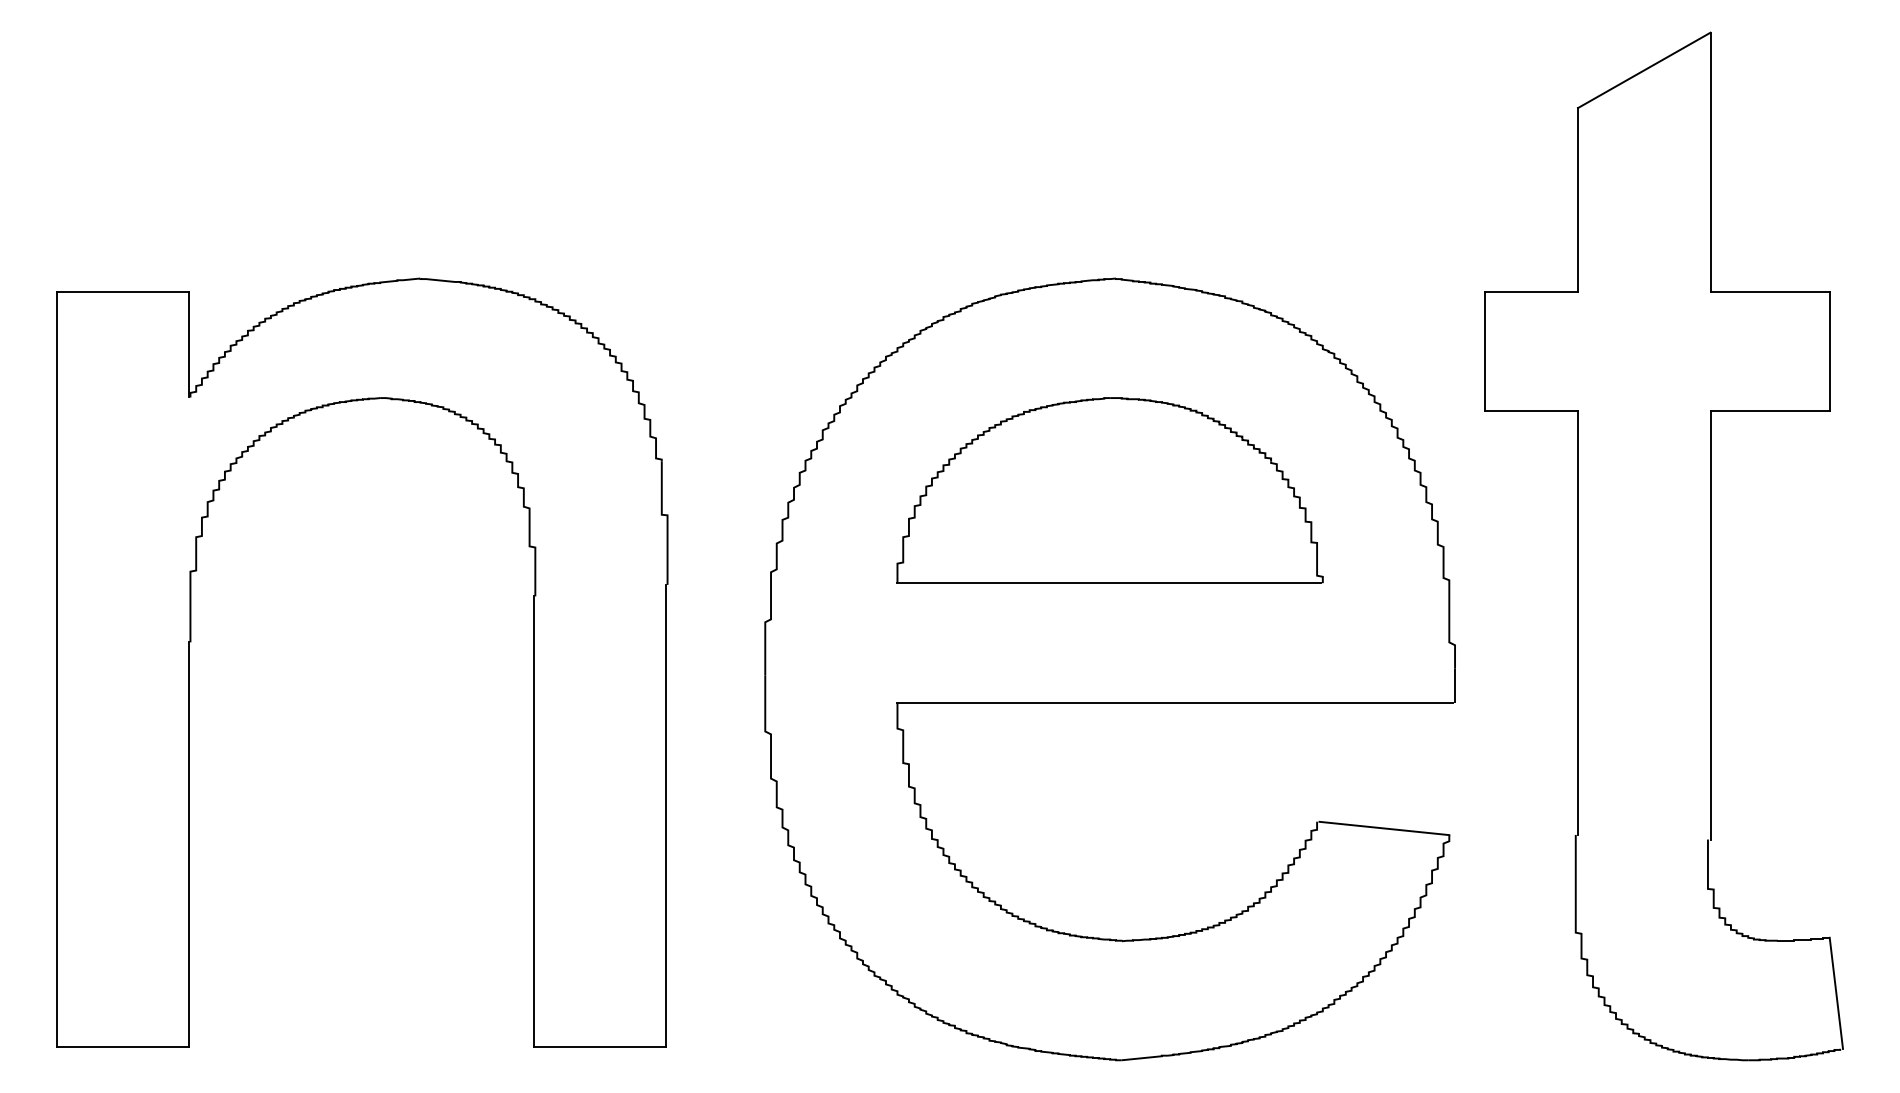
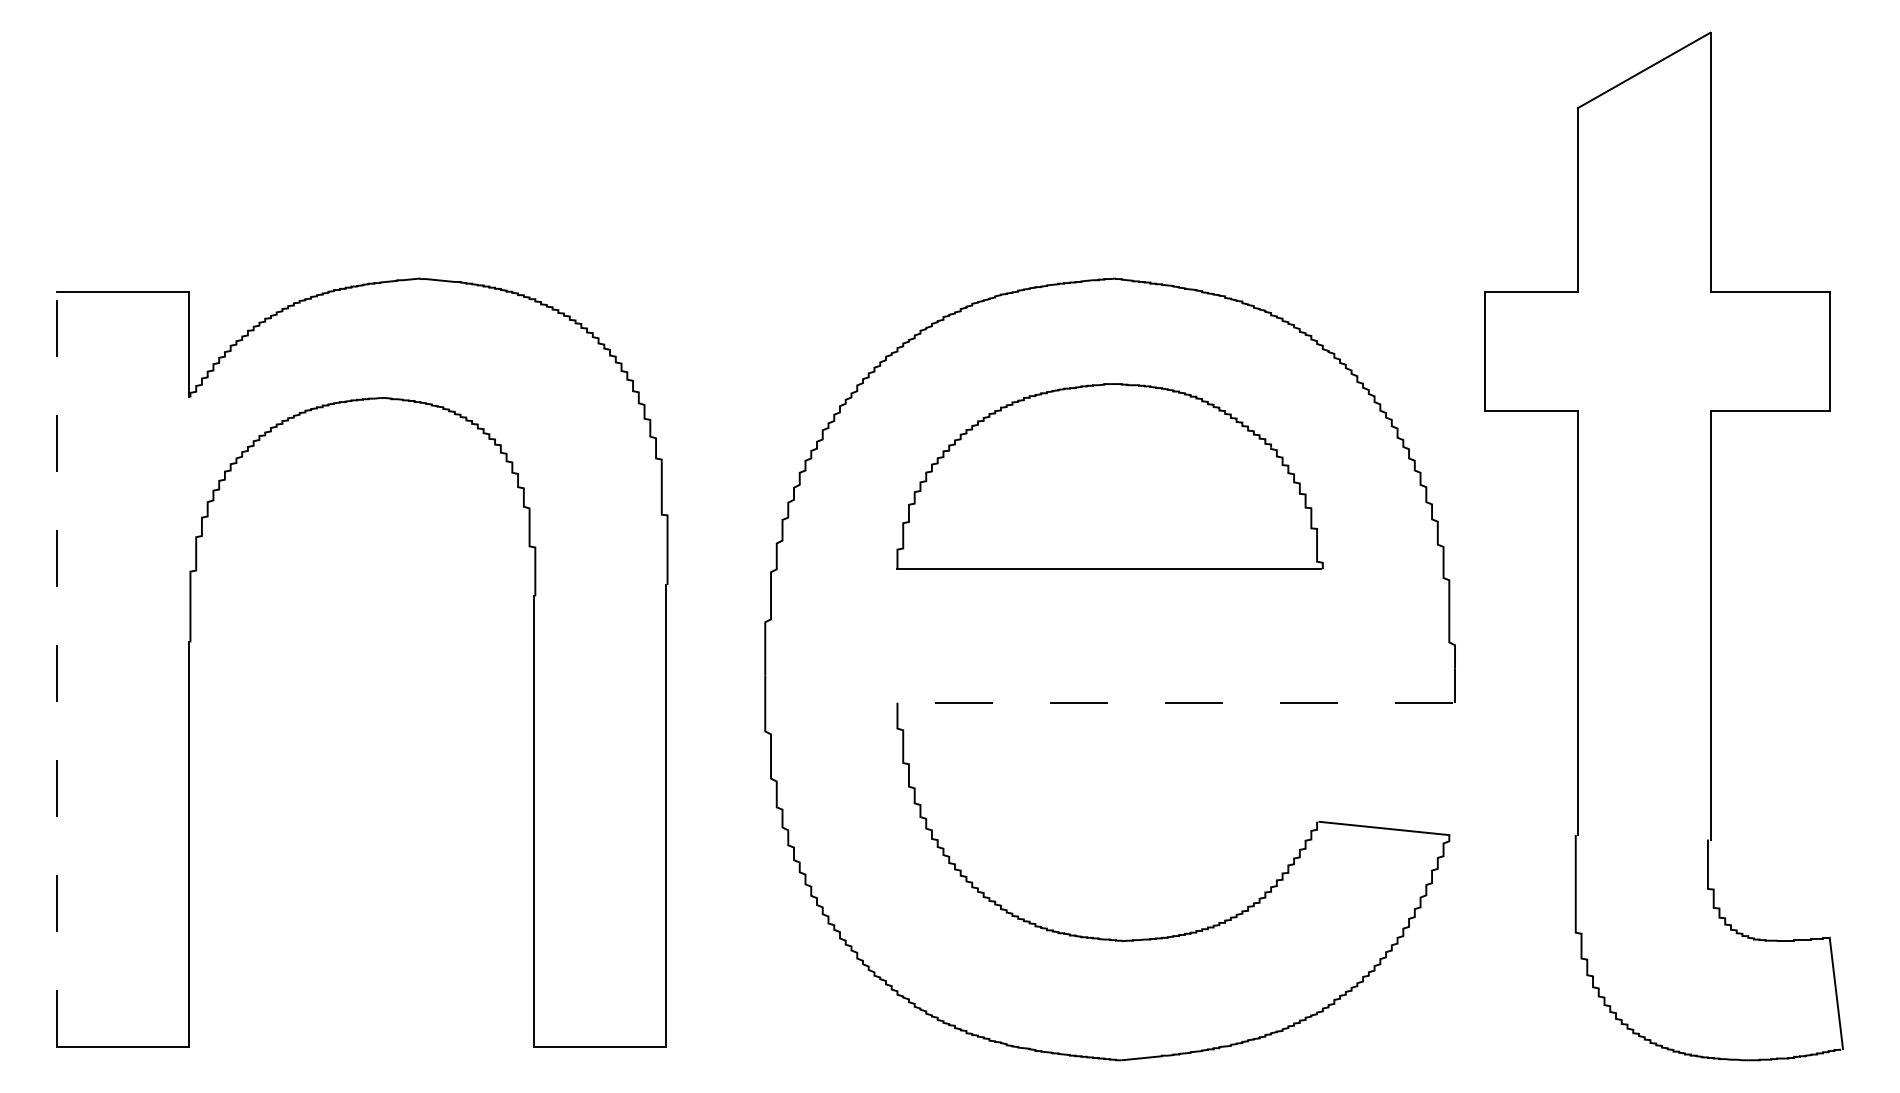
part at (1109, 490) position: (1109, 490) -> (1109, 476)
line at (56, 669): solid -> dashed
line at (1174, 702): solid -> dashed
